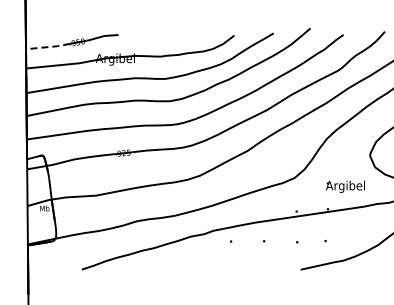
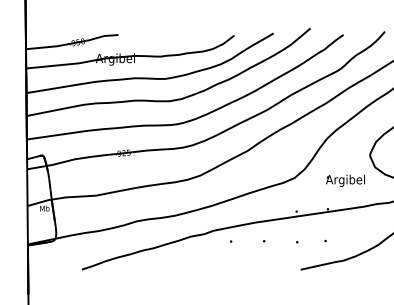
line at (48, 47): dashed -> solid
text at (345, 186) position: (345, 186) -> (345, 180)
